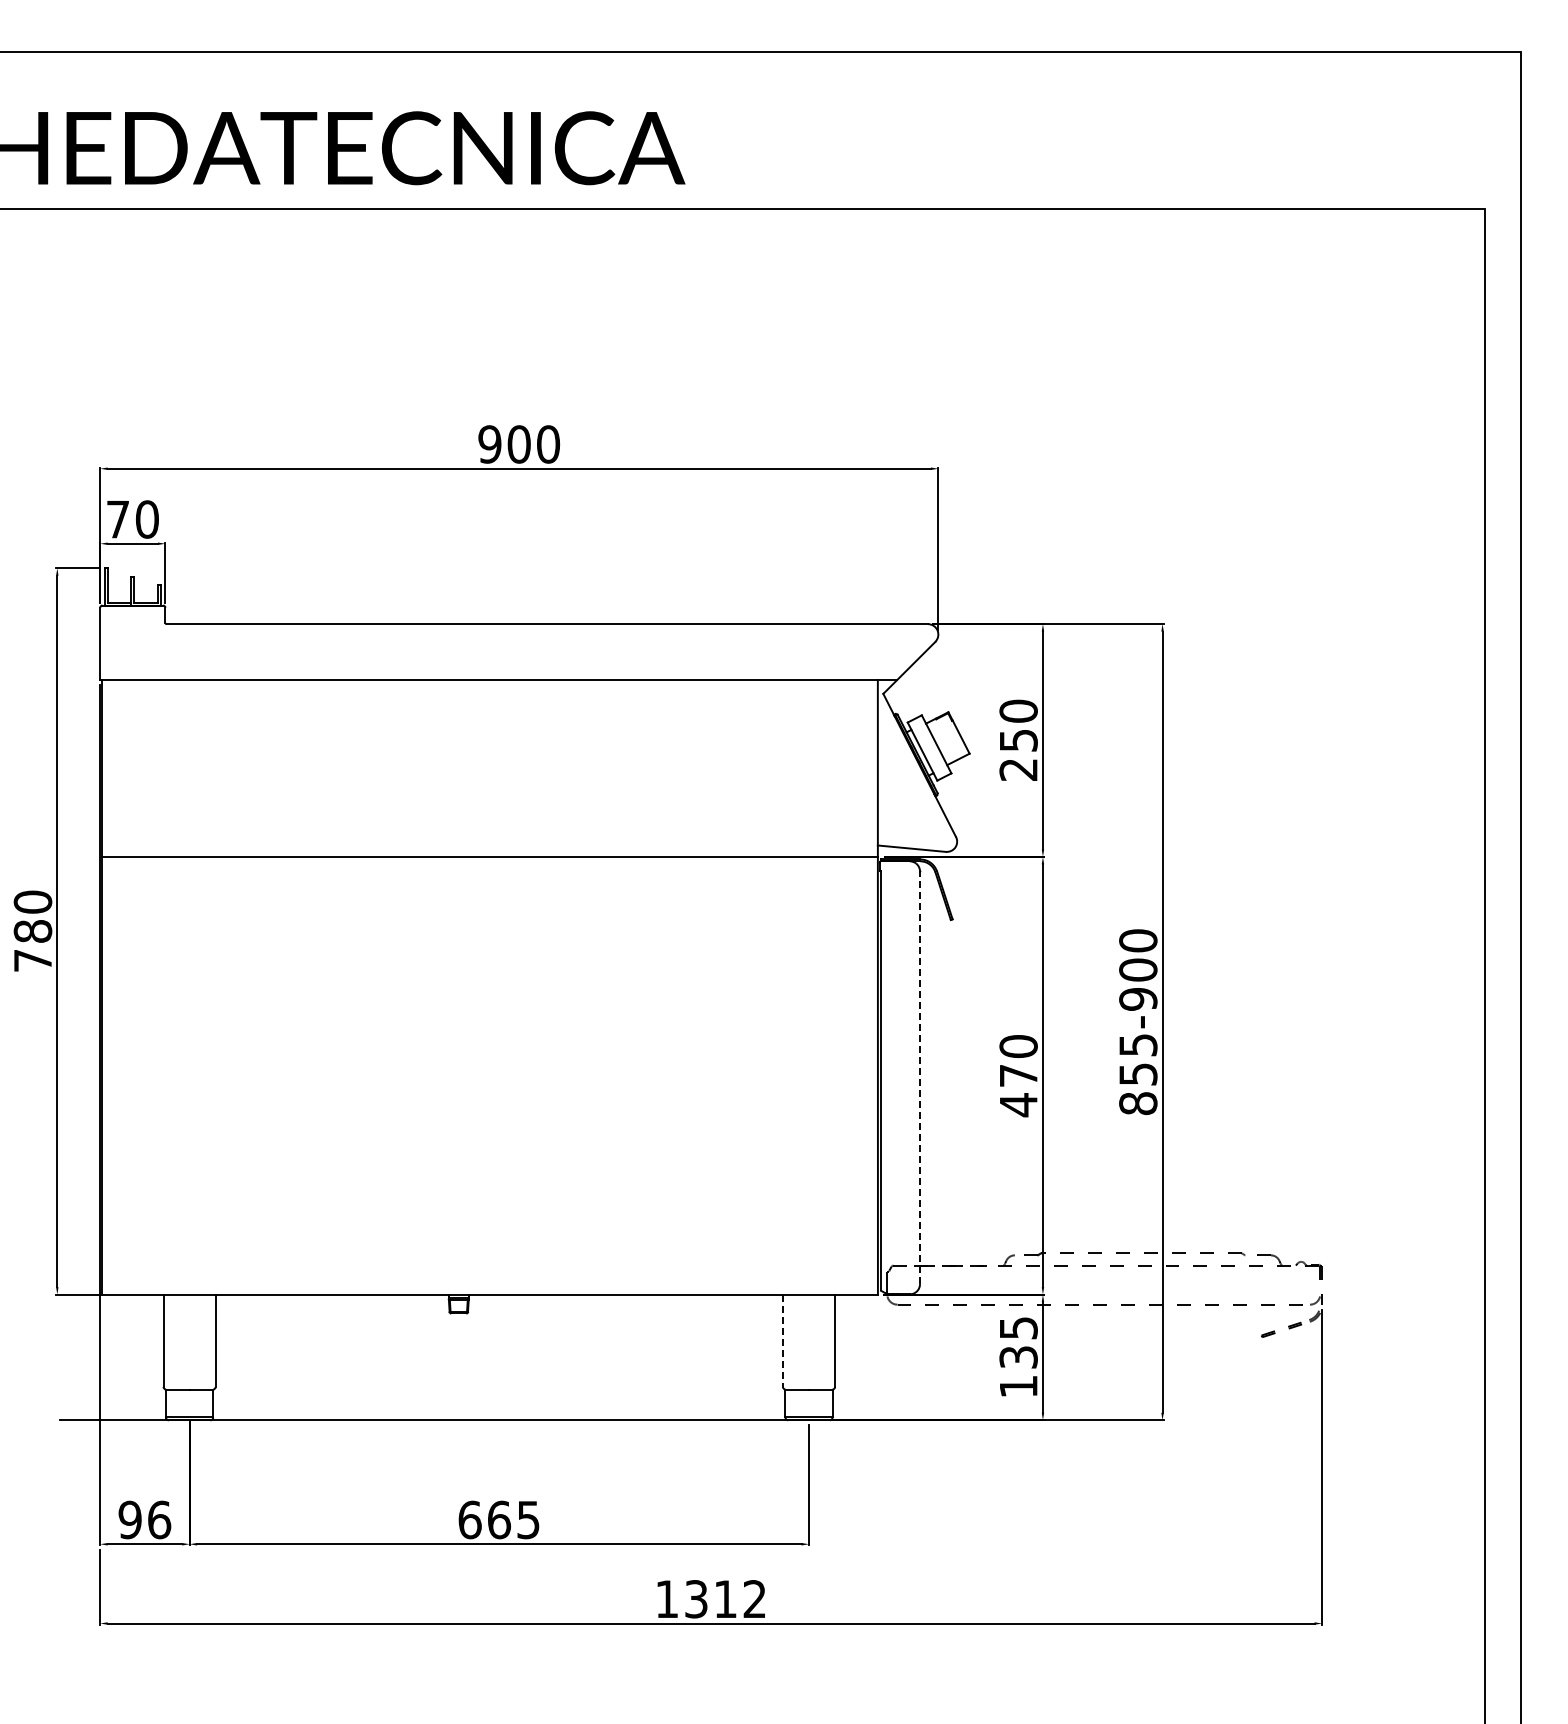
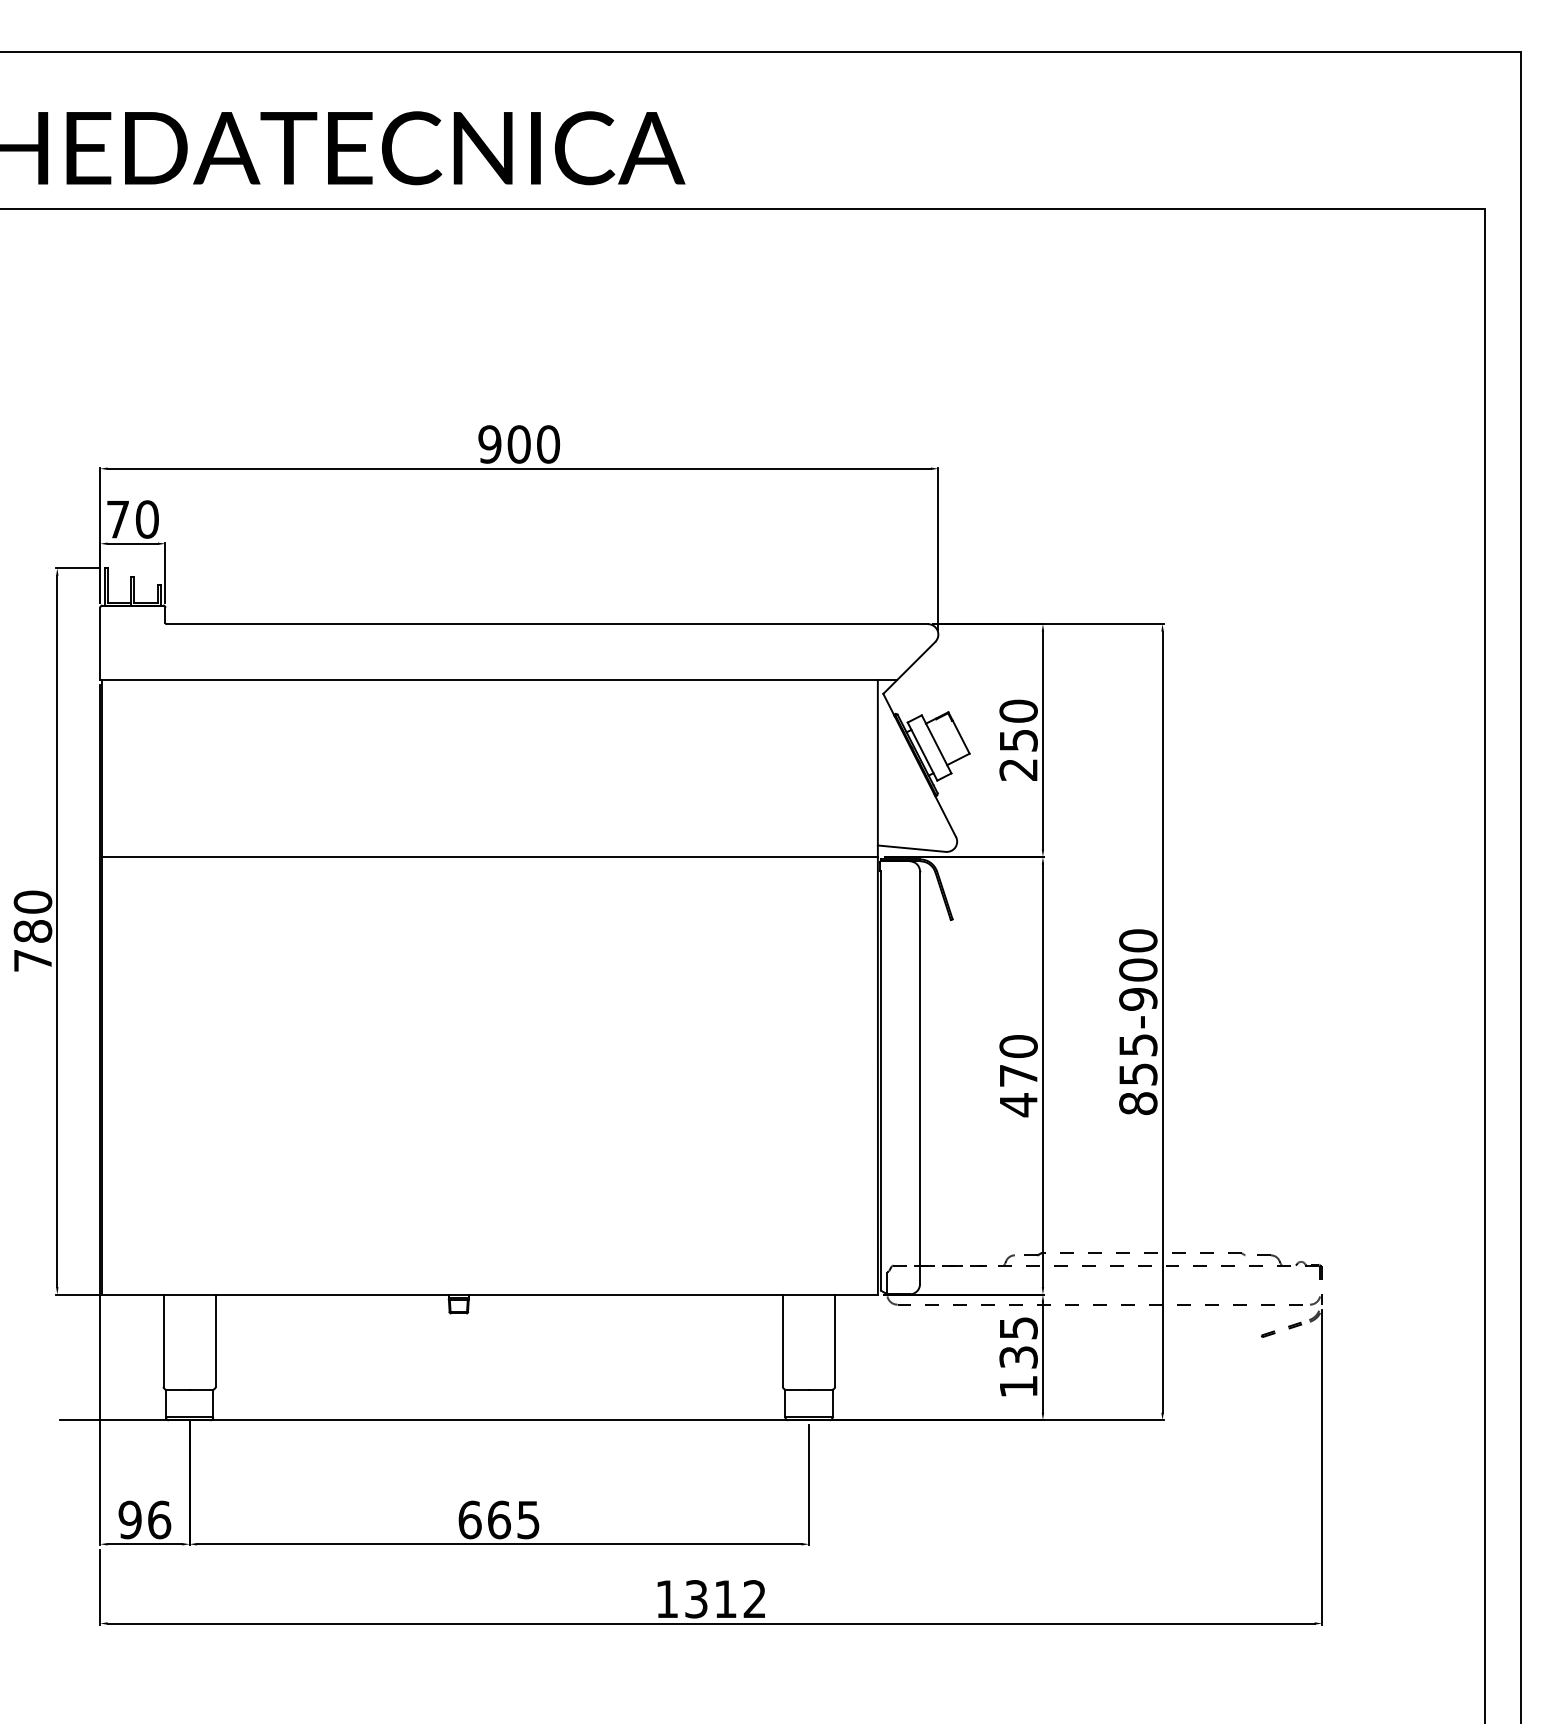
line at (920, 1077): dashed -> solid
line at (782, 1341): dashed -> solid
